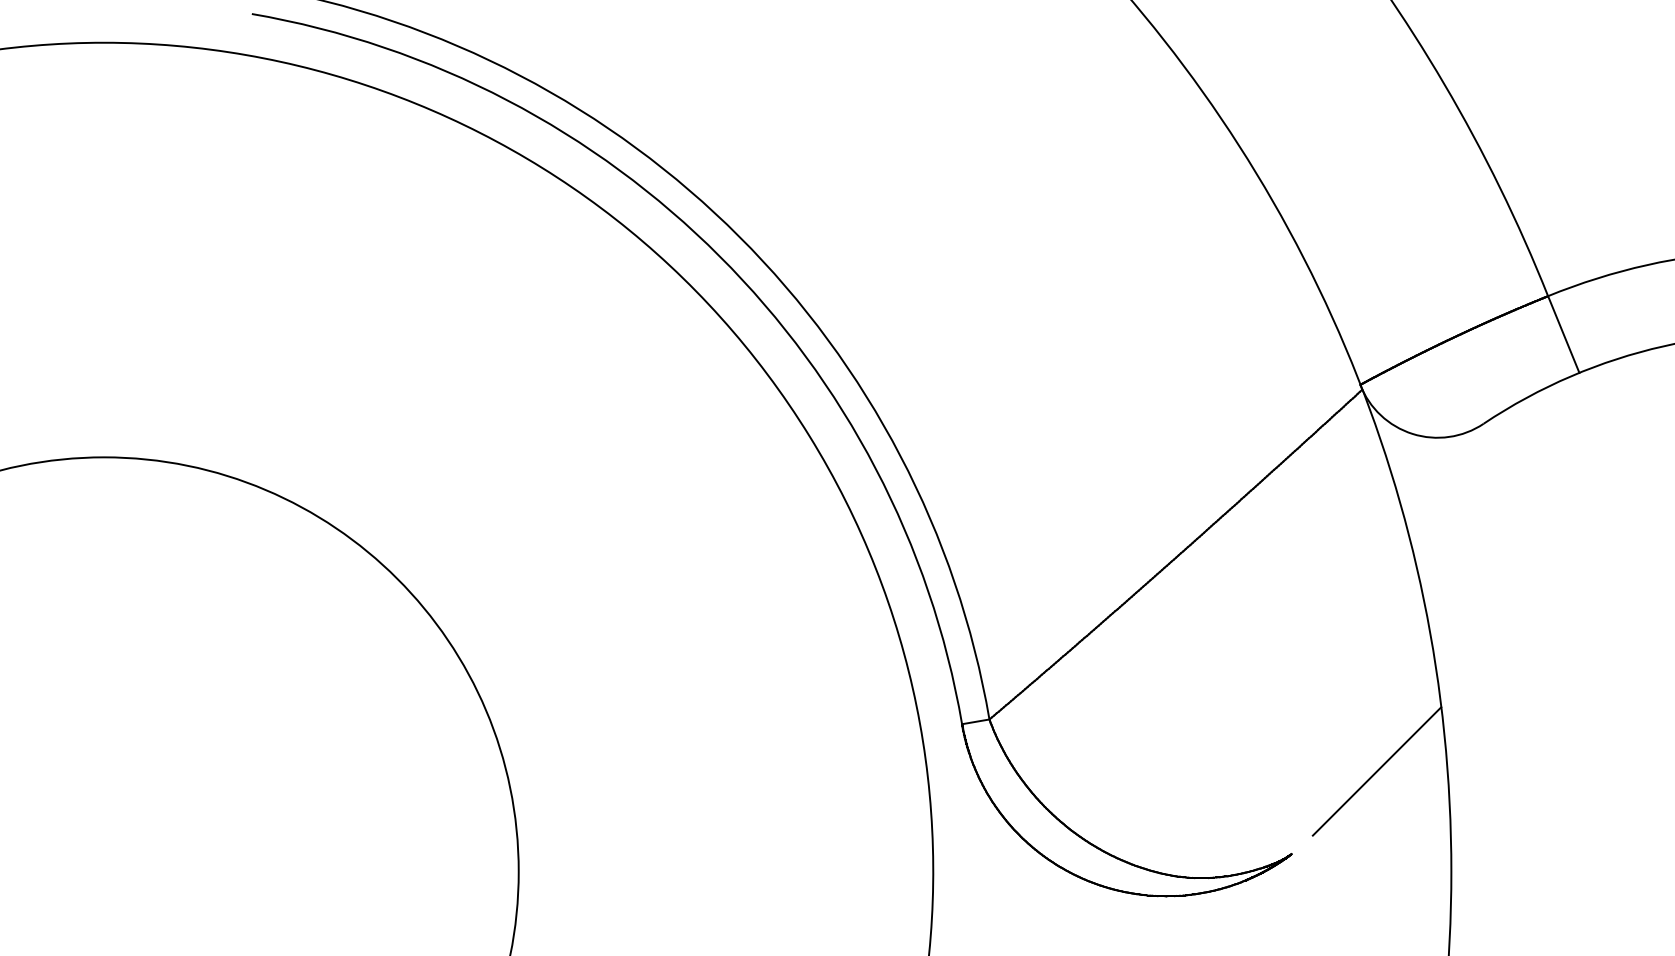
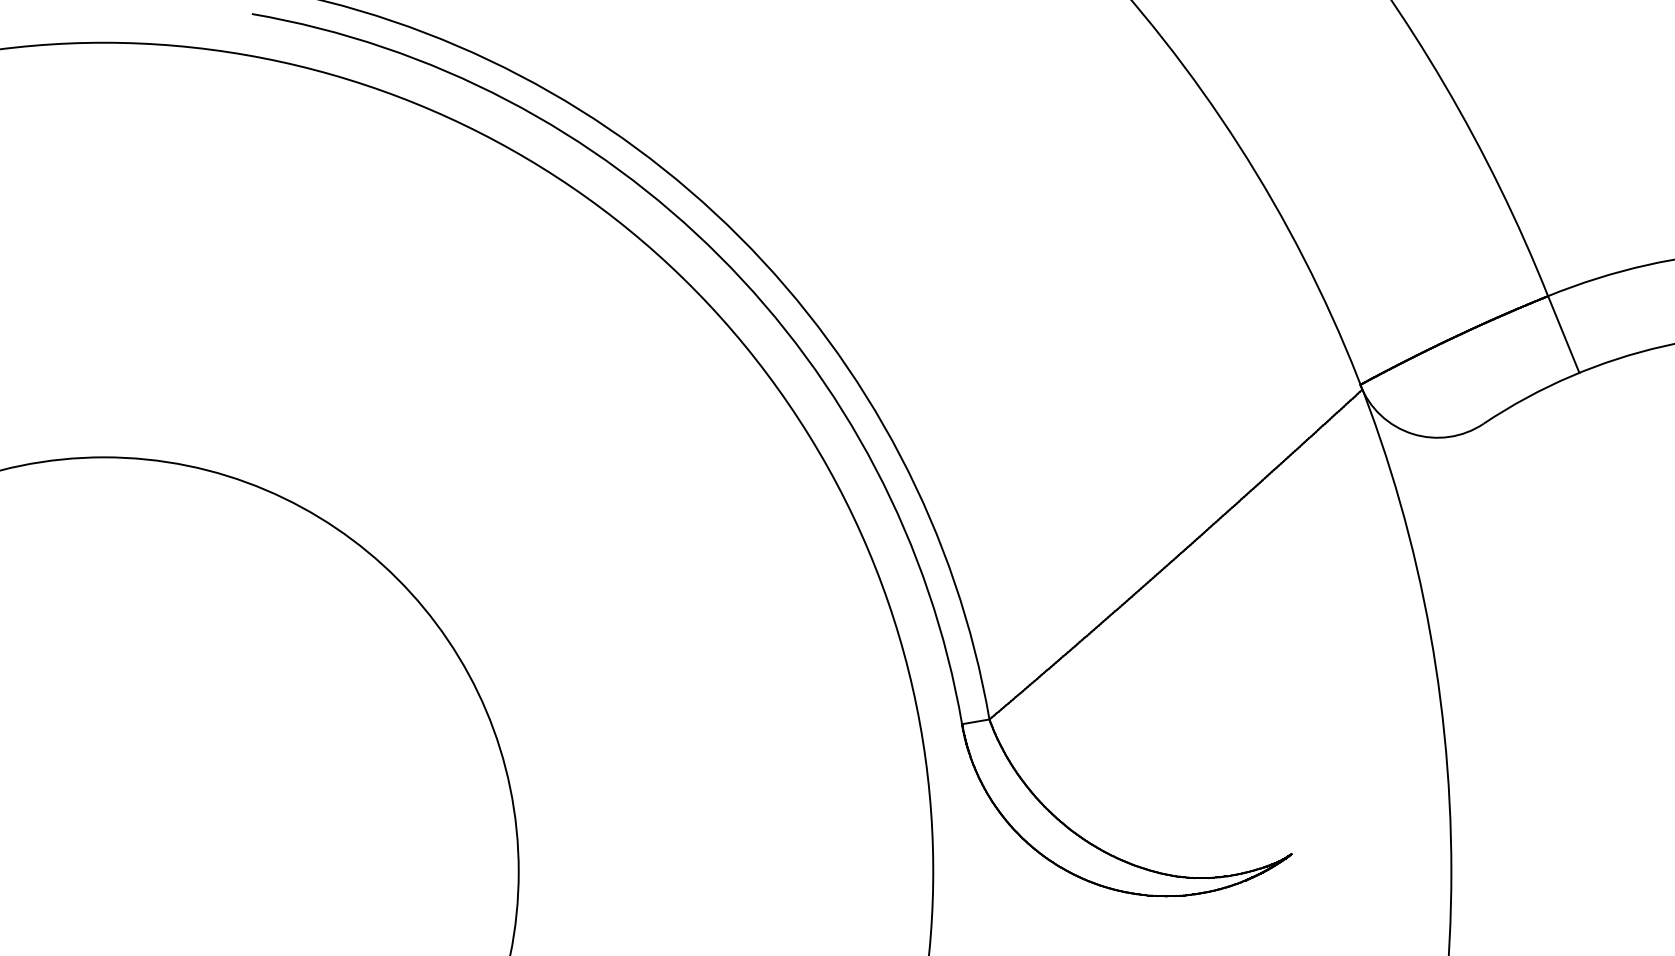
line at (1376, 771): present -> none
